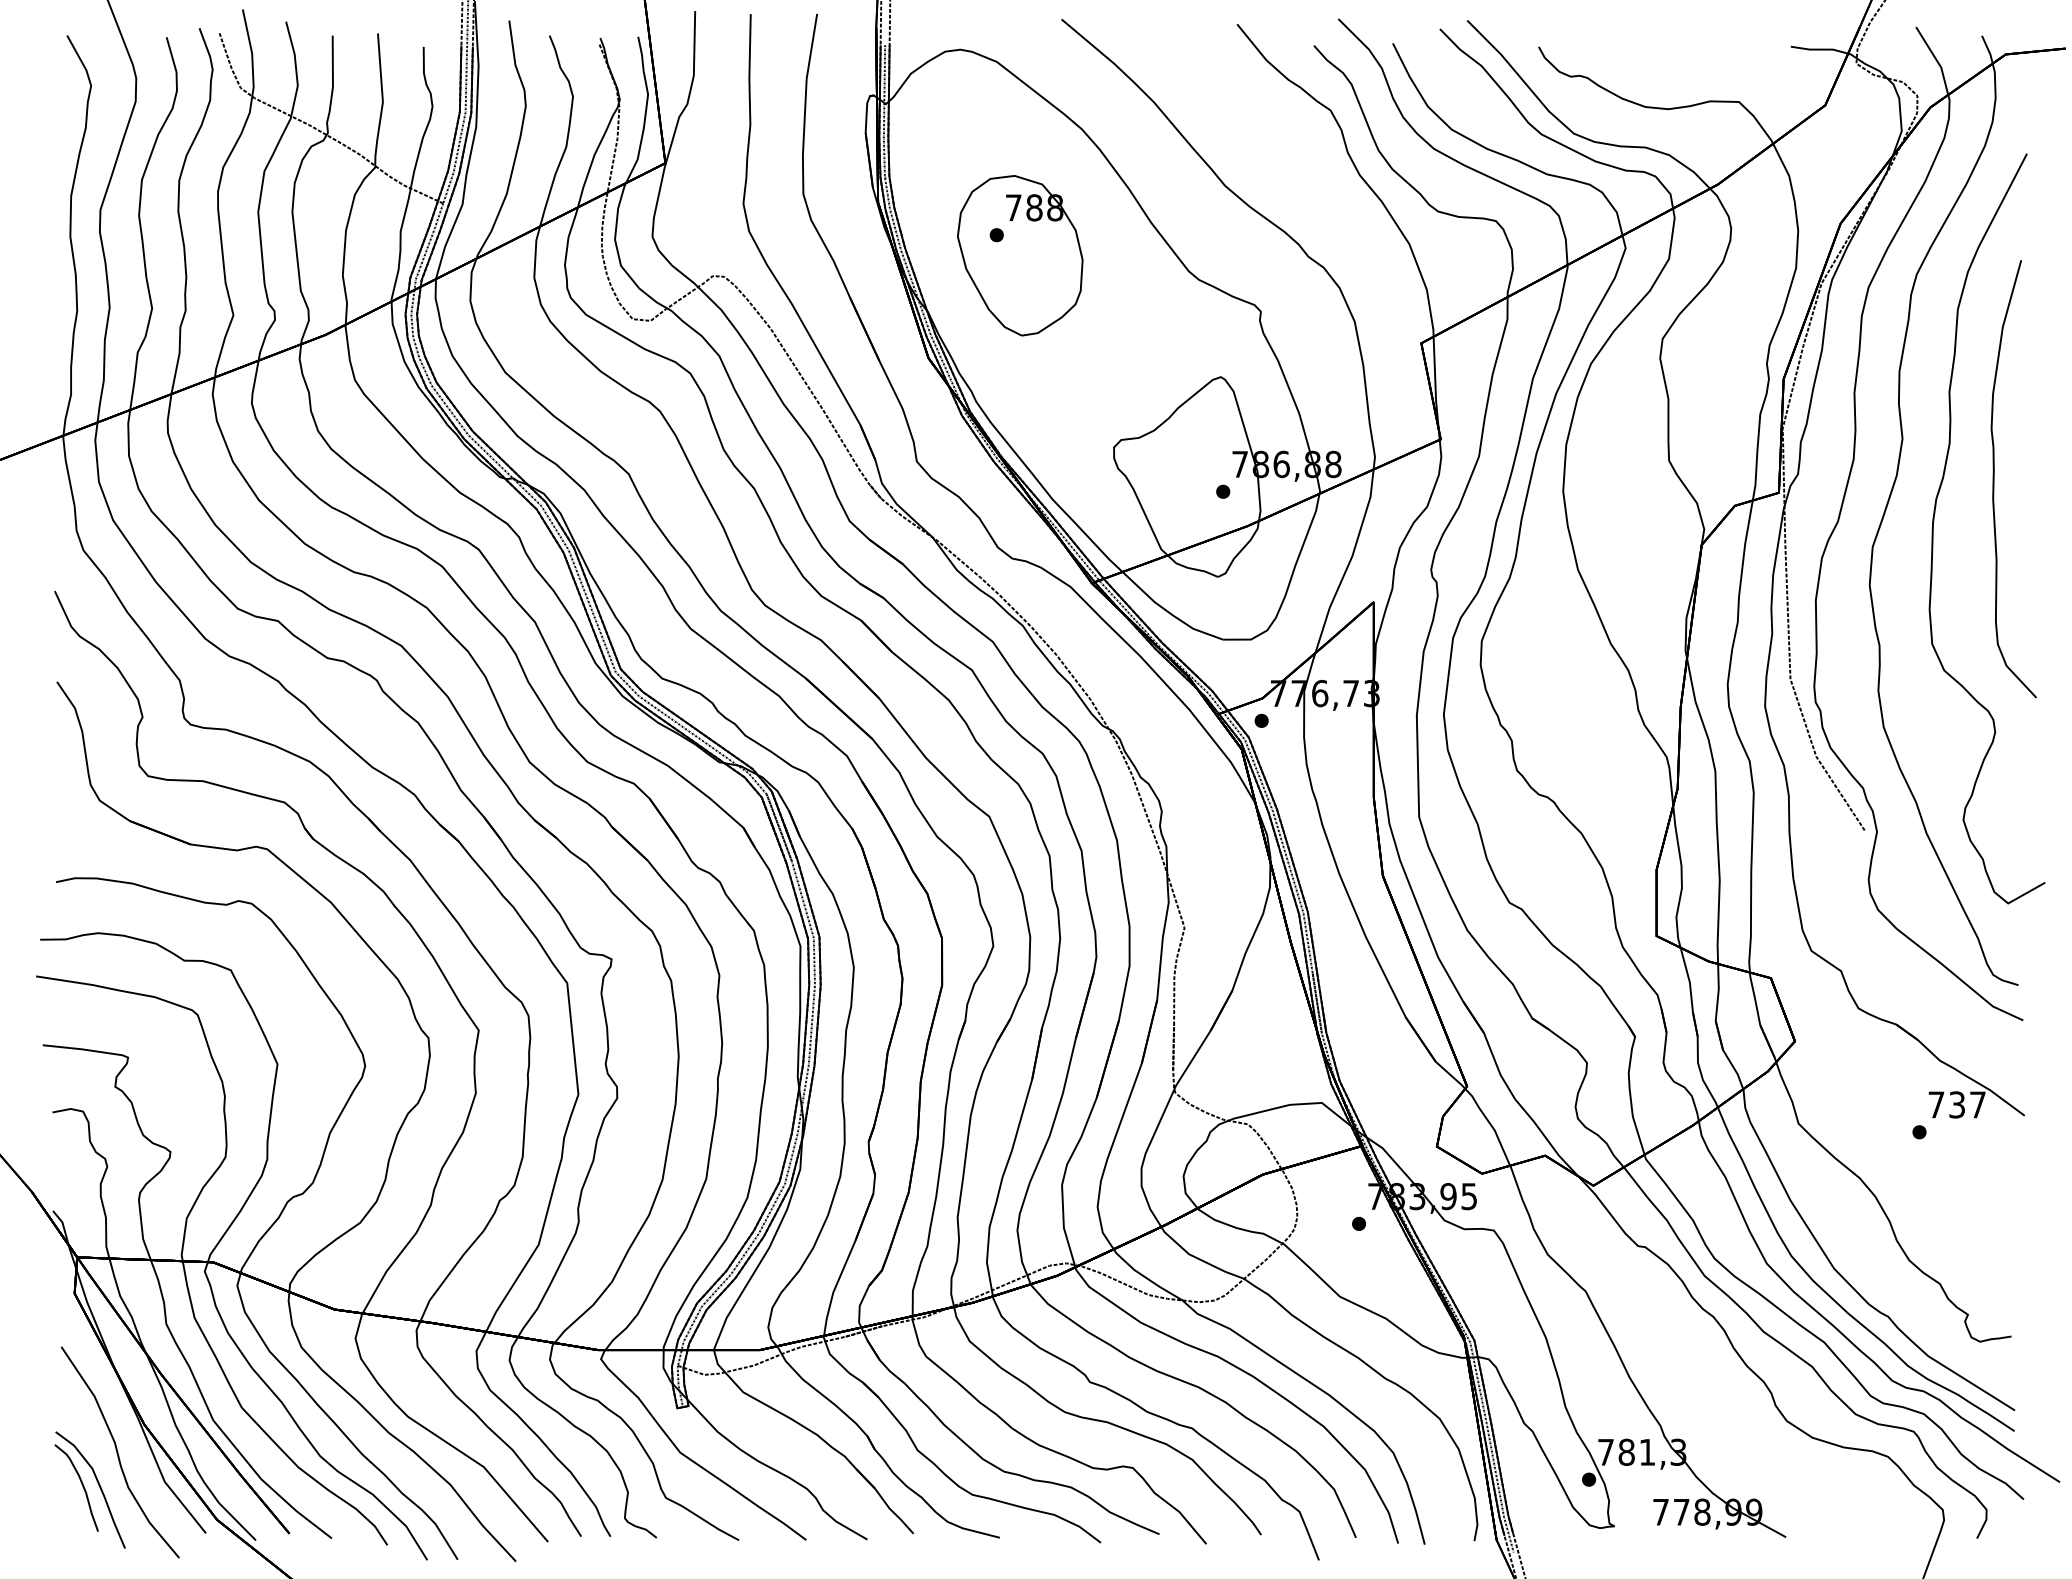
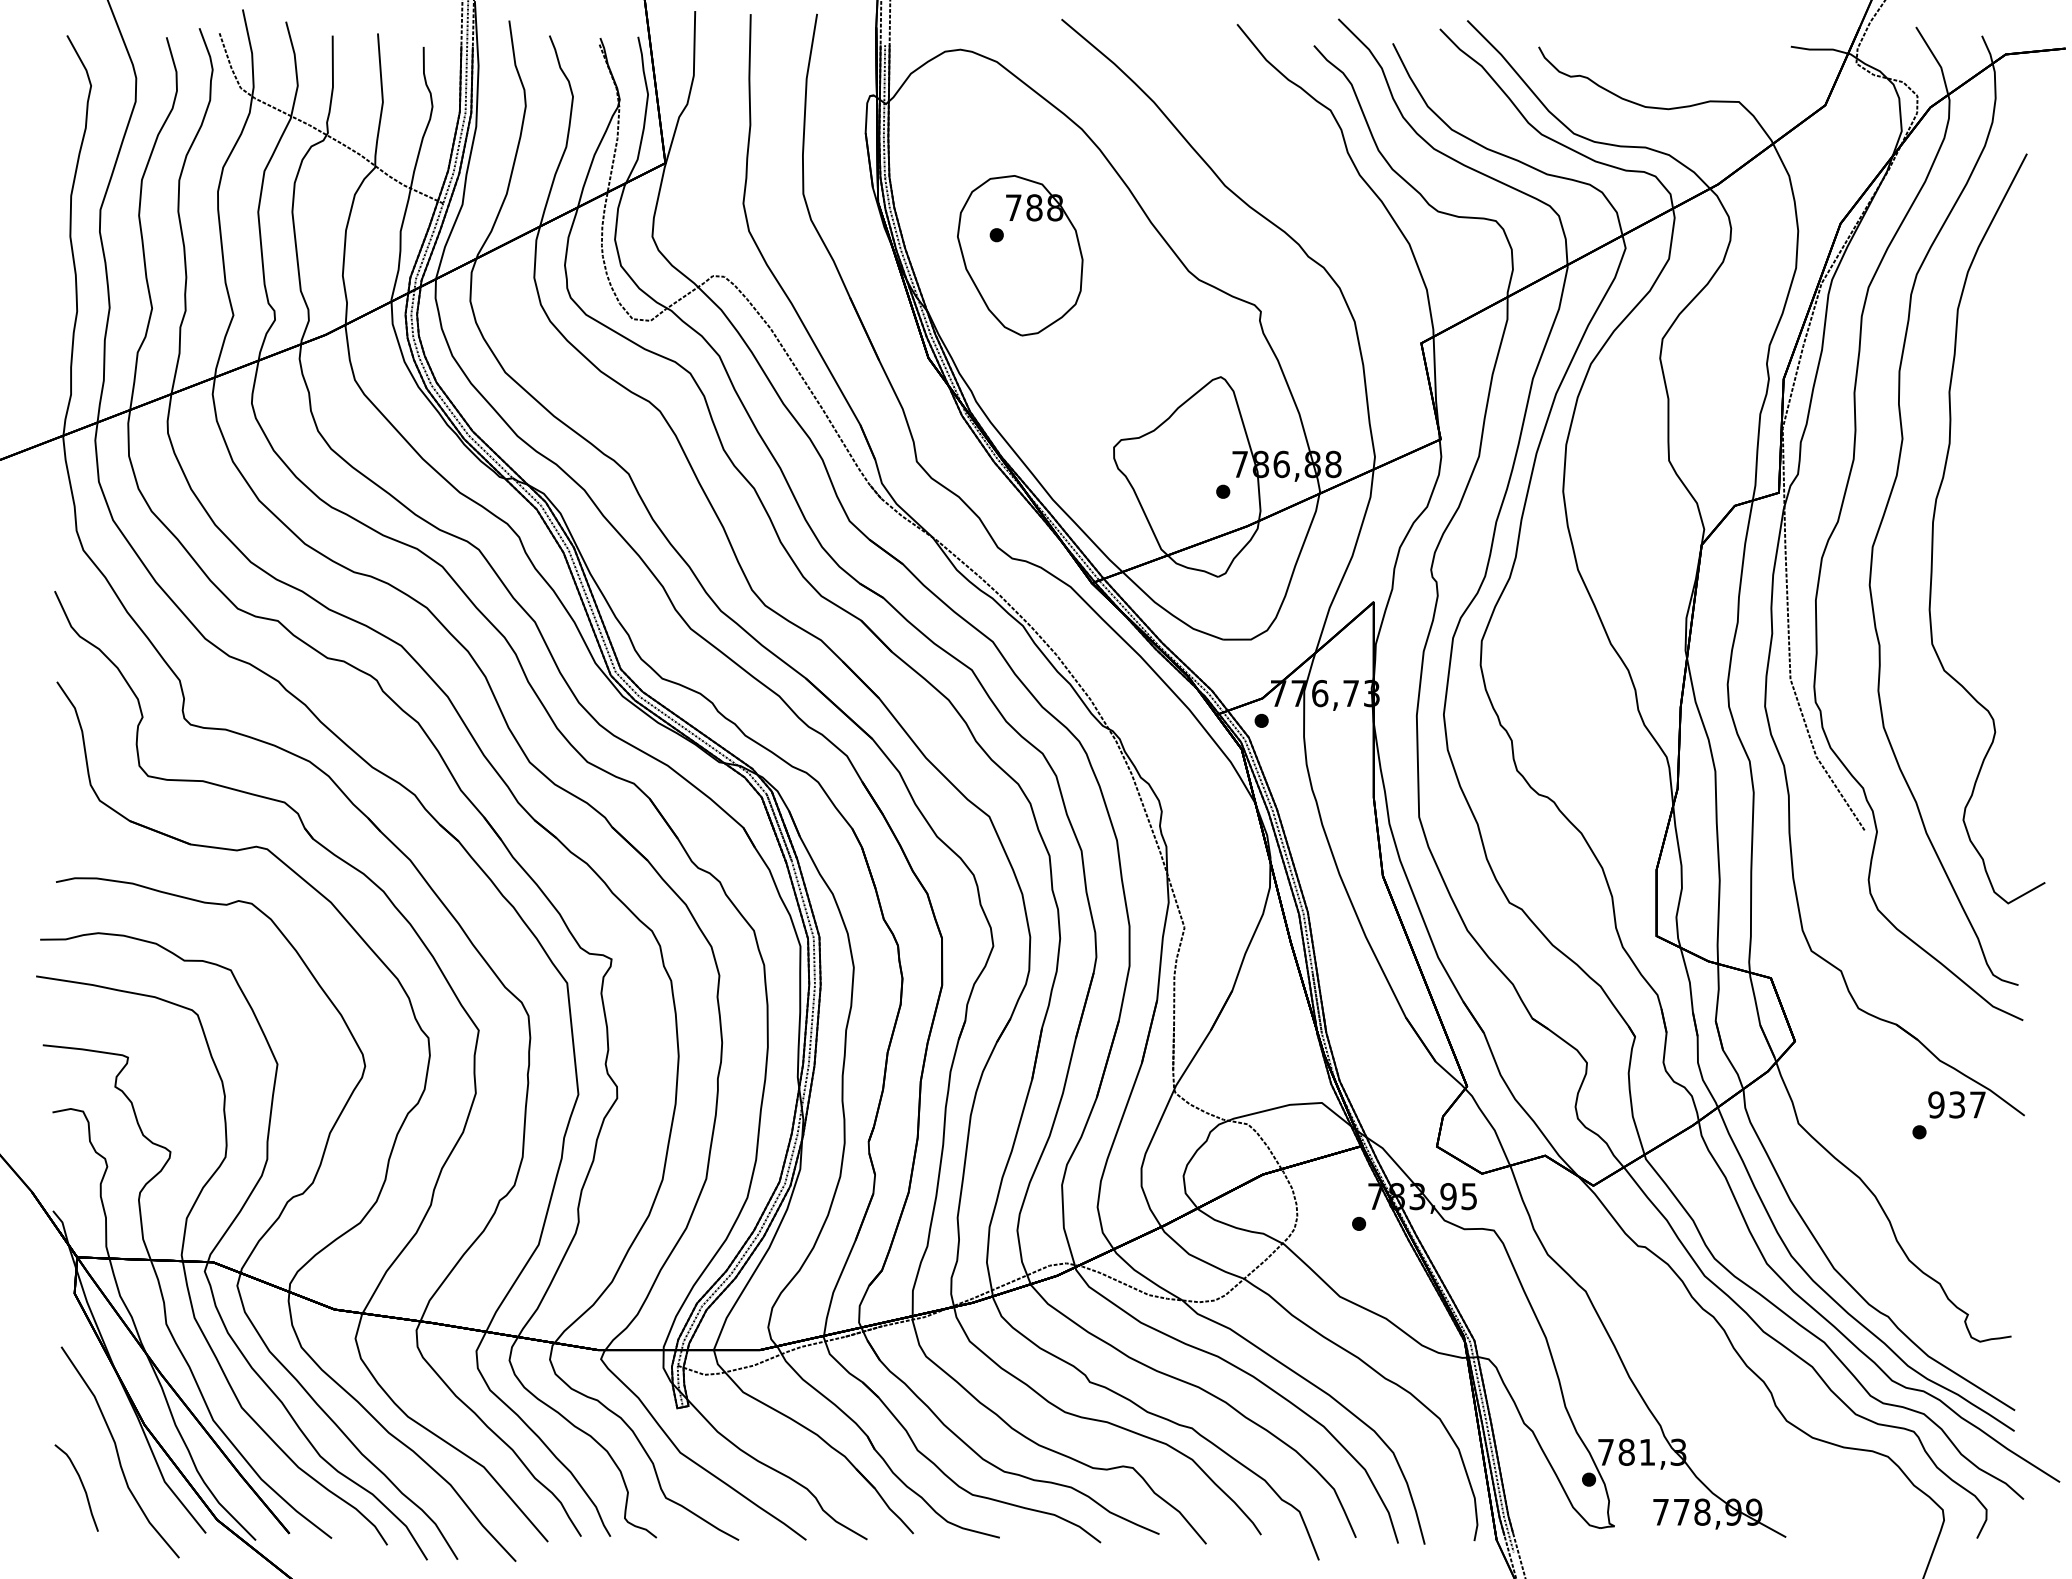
part at (1994, 479): present -> none
text at (1936, 1104): 737 -> 937
part at (98, 1485): present -> none
